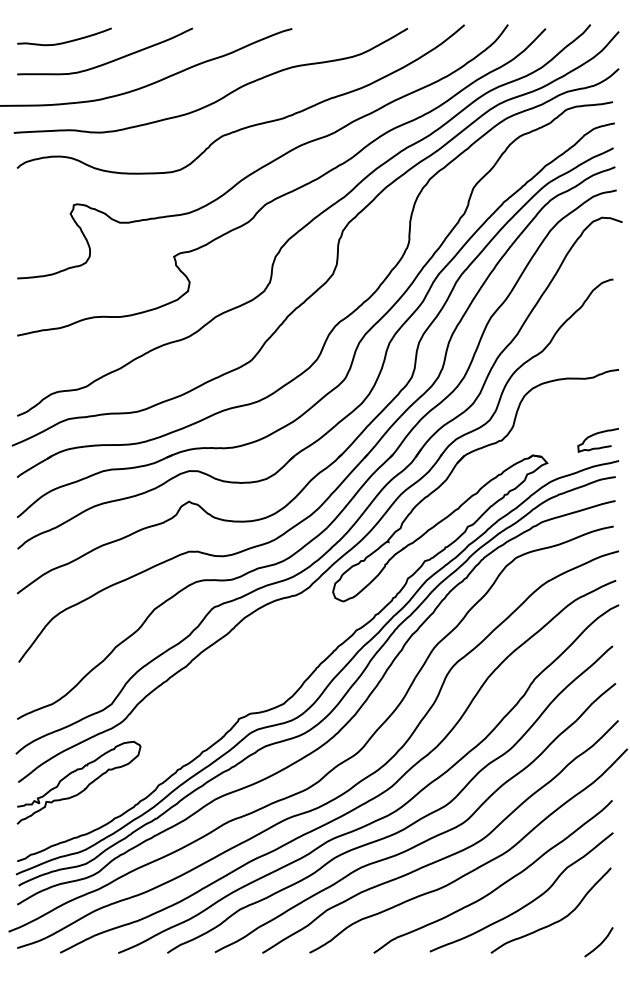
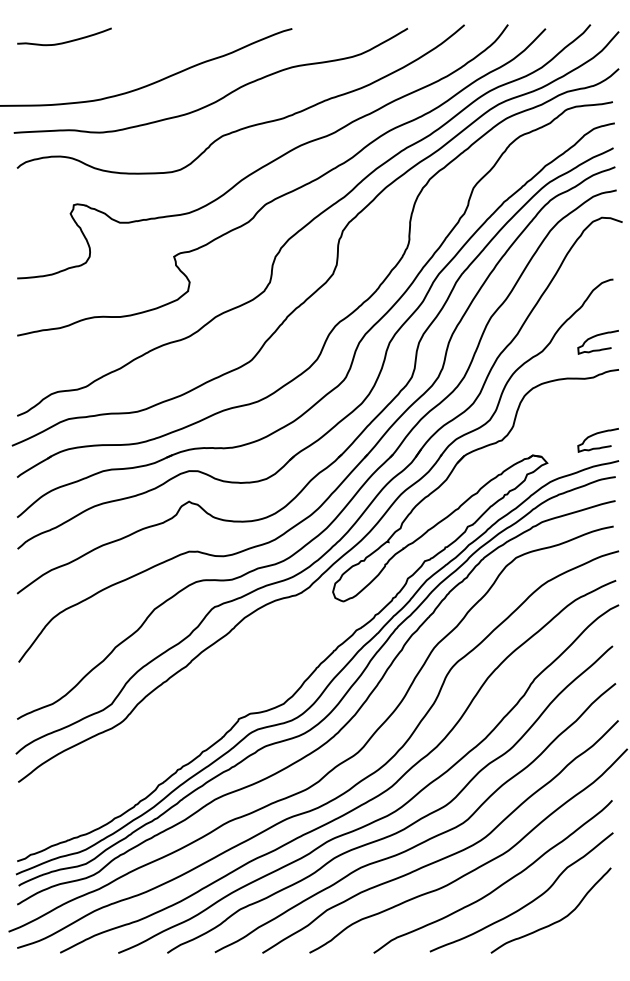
curve at (108, 61): present -> none
curve at (594, 337): none -> present
curve at (84, 788): present -> none
curve at (600, 942): present -> none
